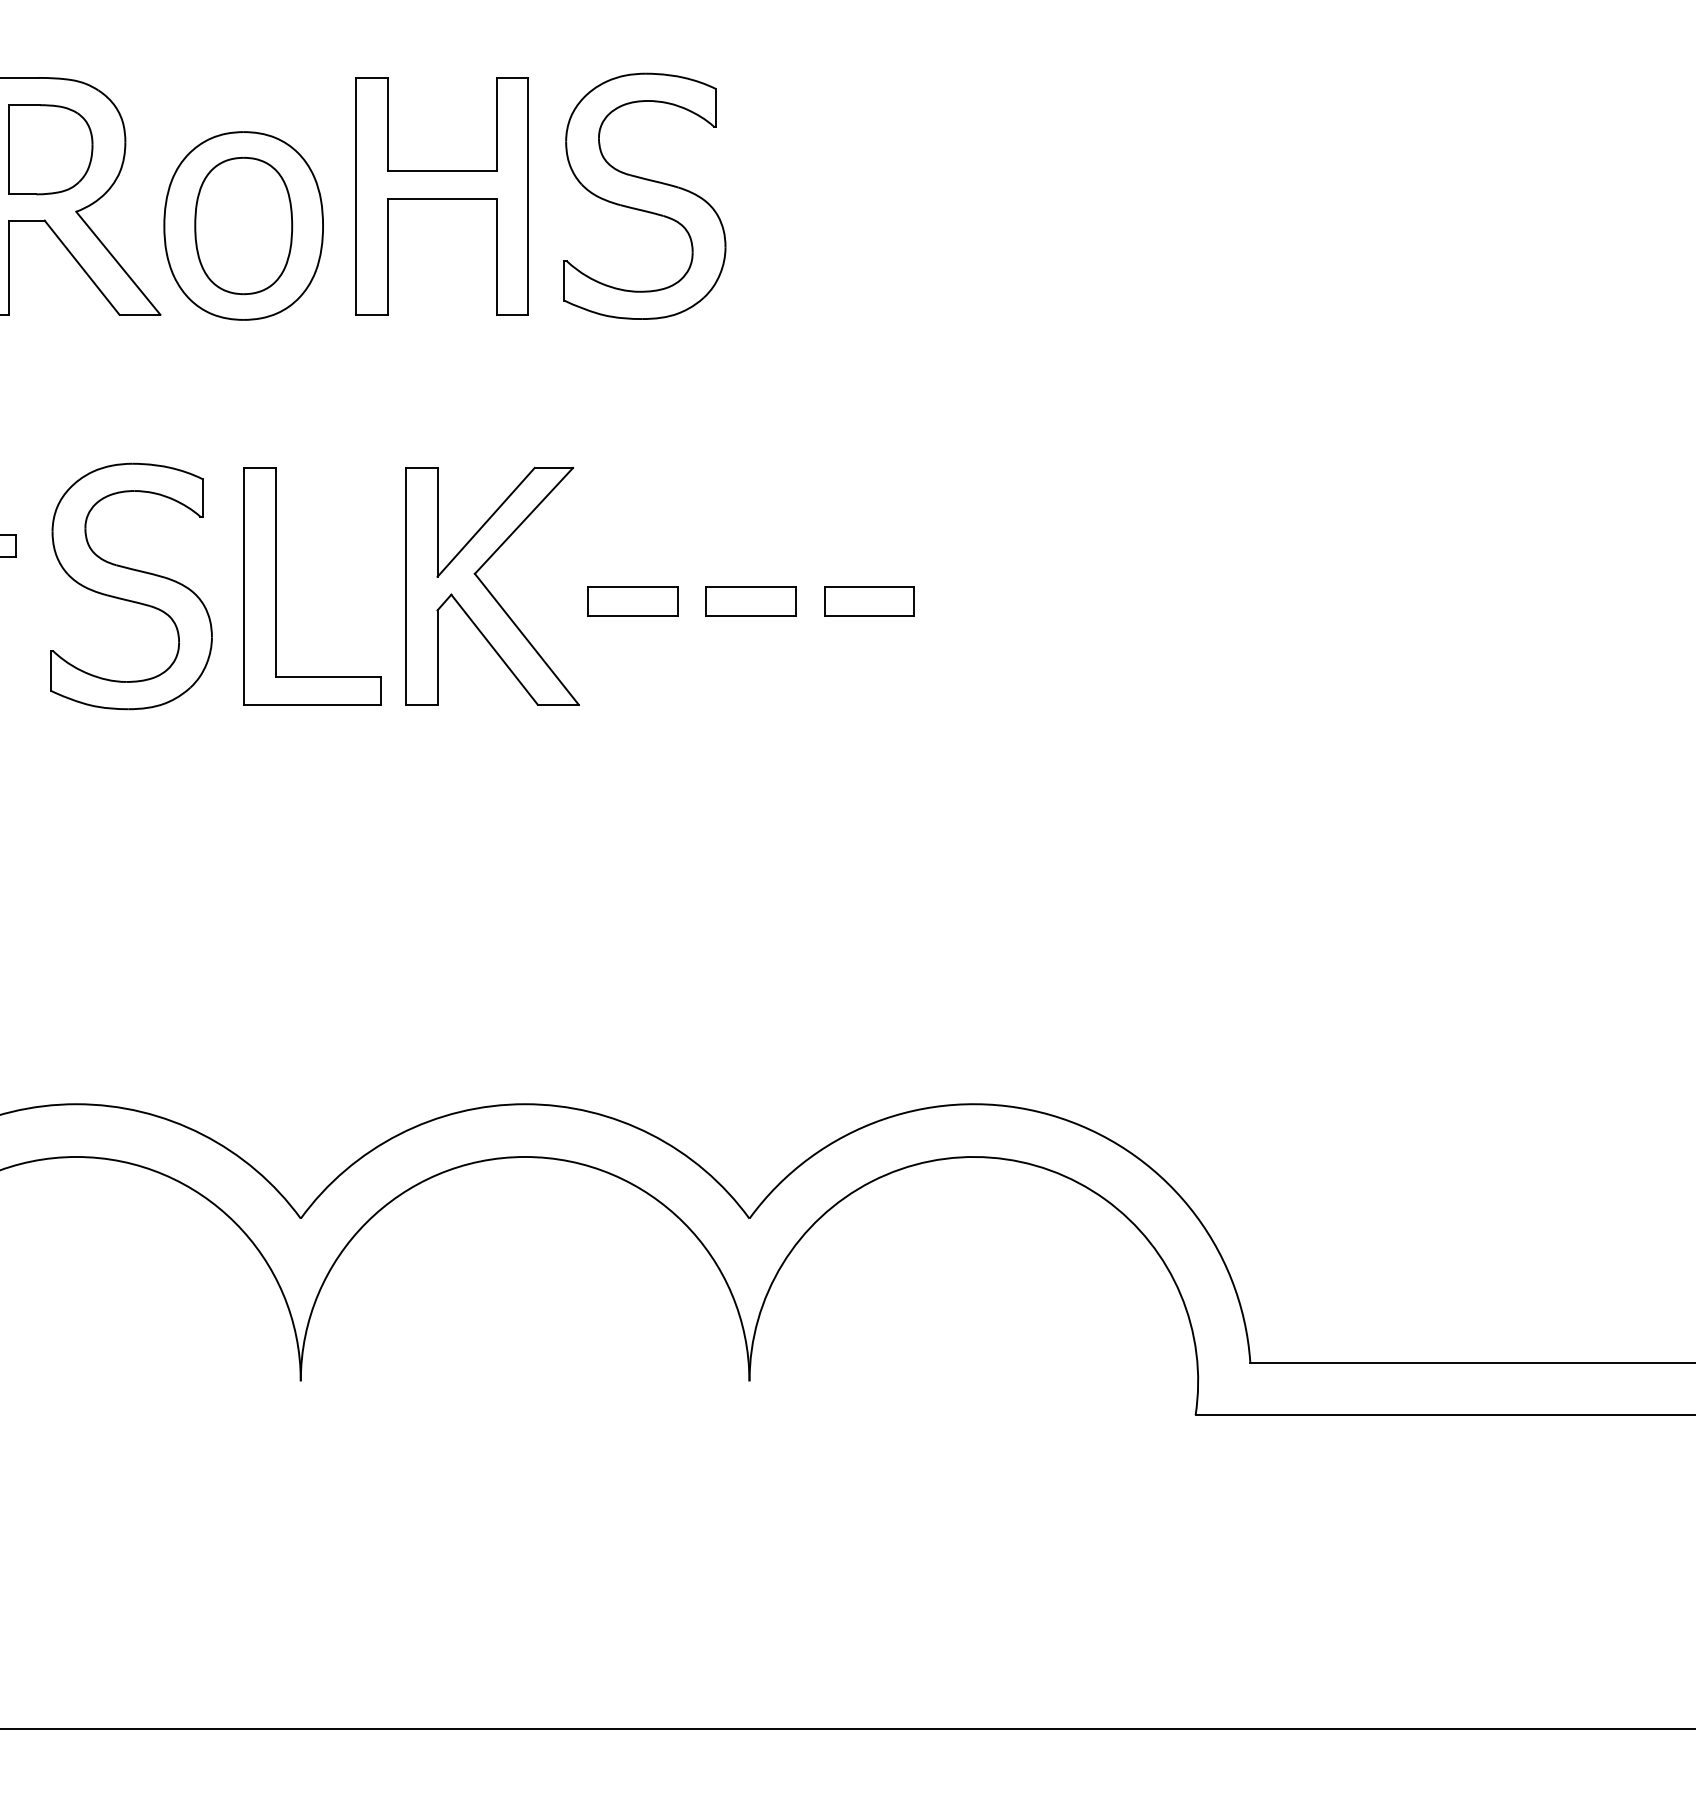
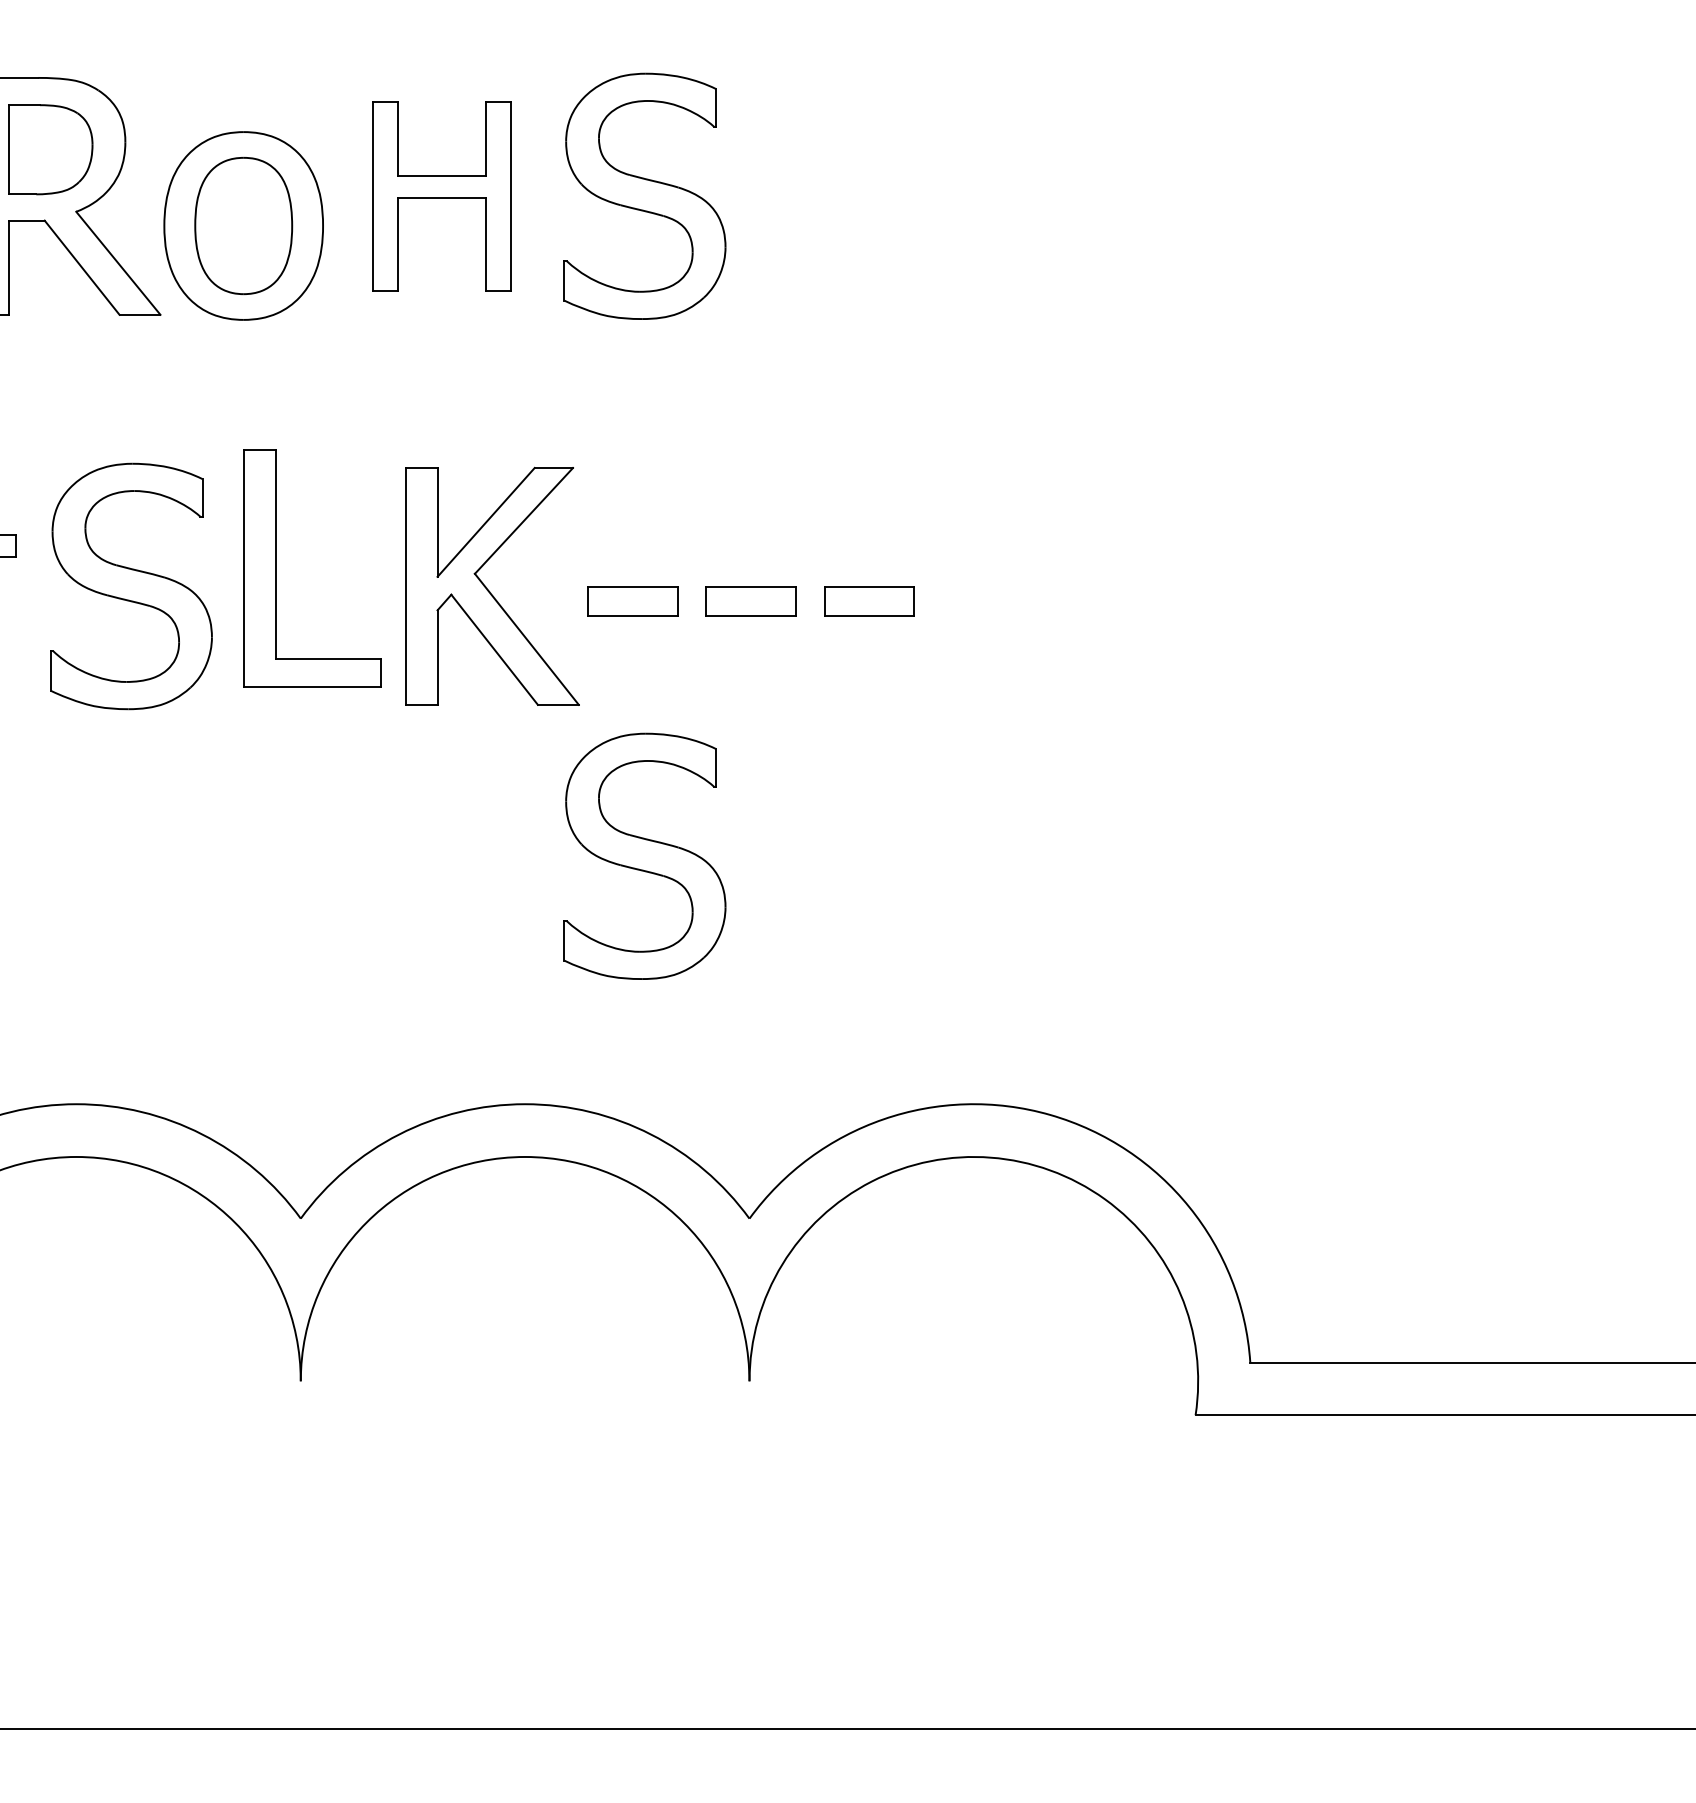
part at (441, 196) size: 174x239 px -> 140x191 px
part at (276, 586) position: (276, 586) -> (276, 568)
part at (644, 855): none -> present
